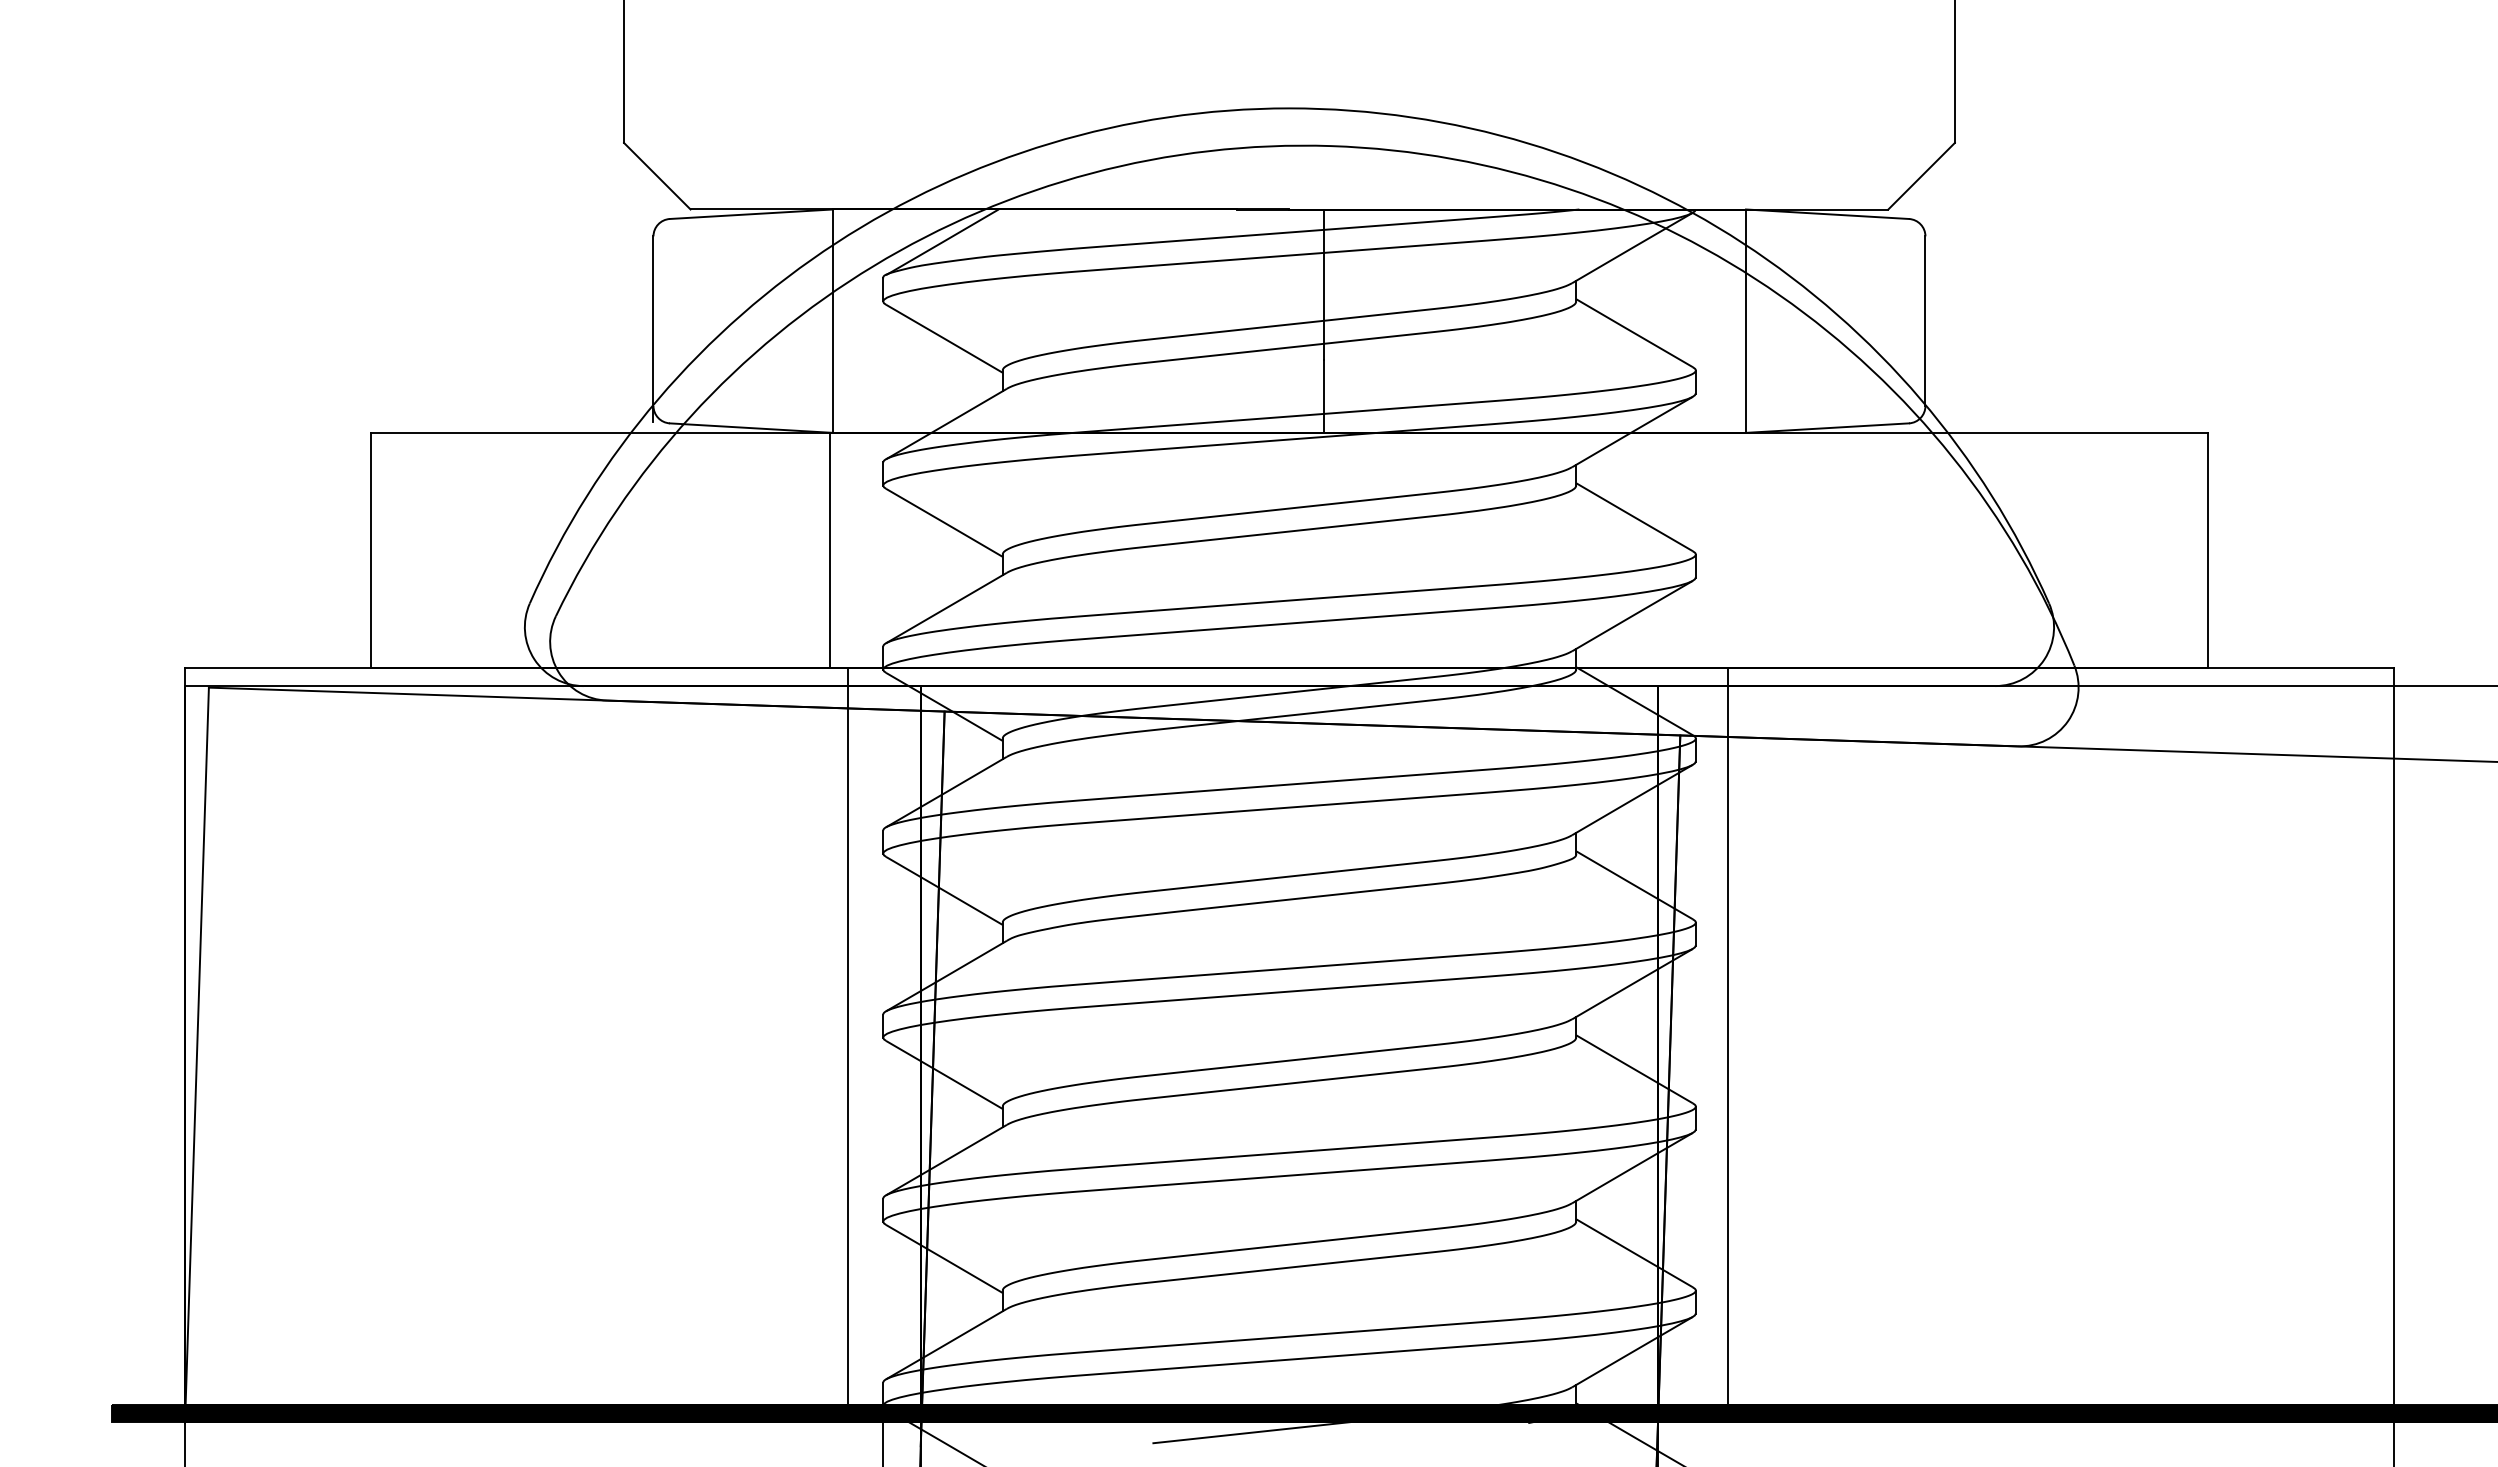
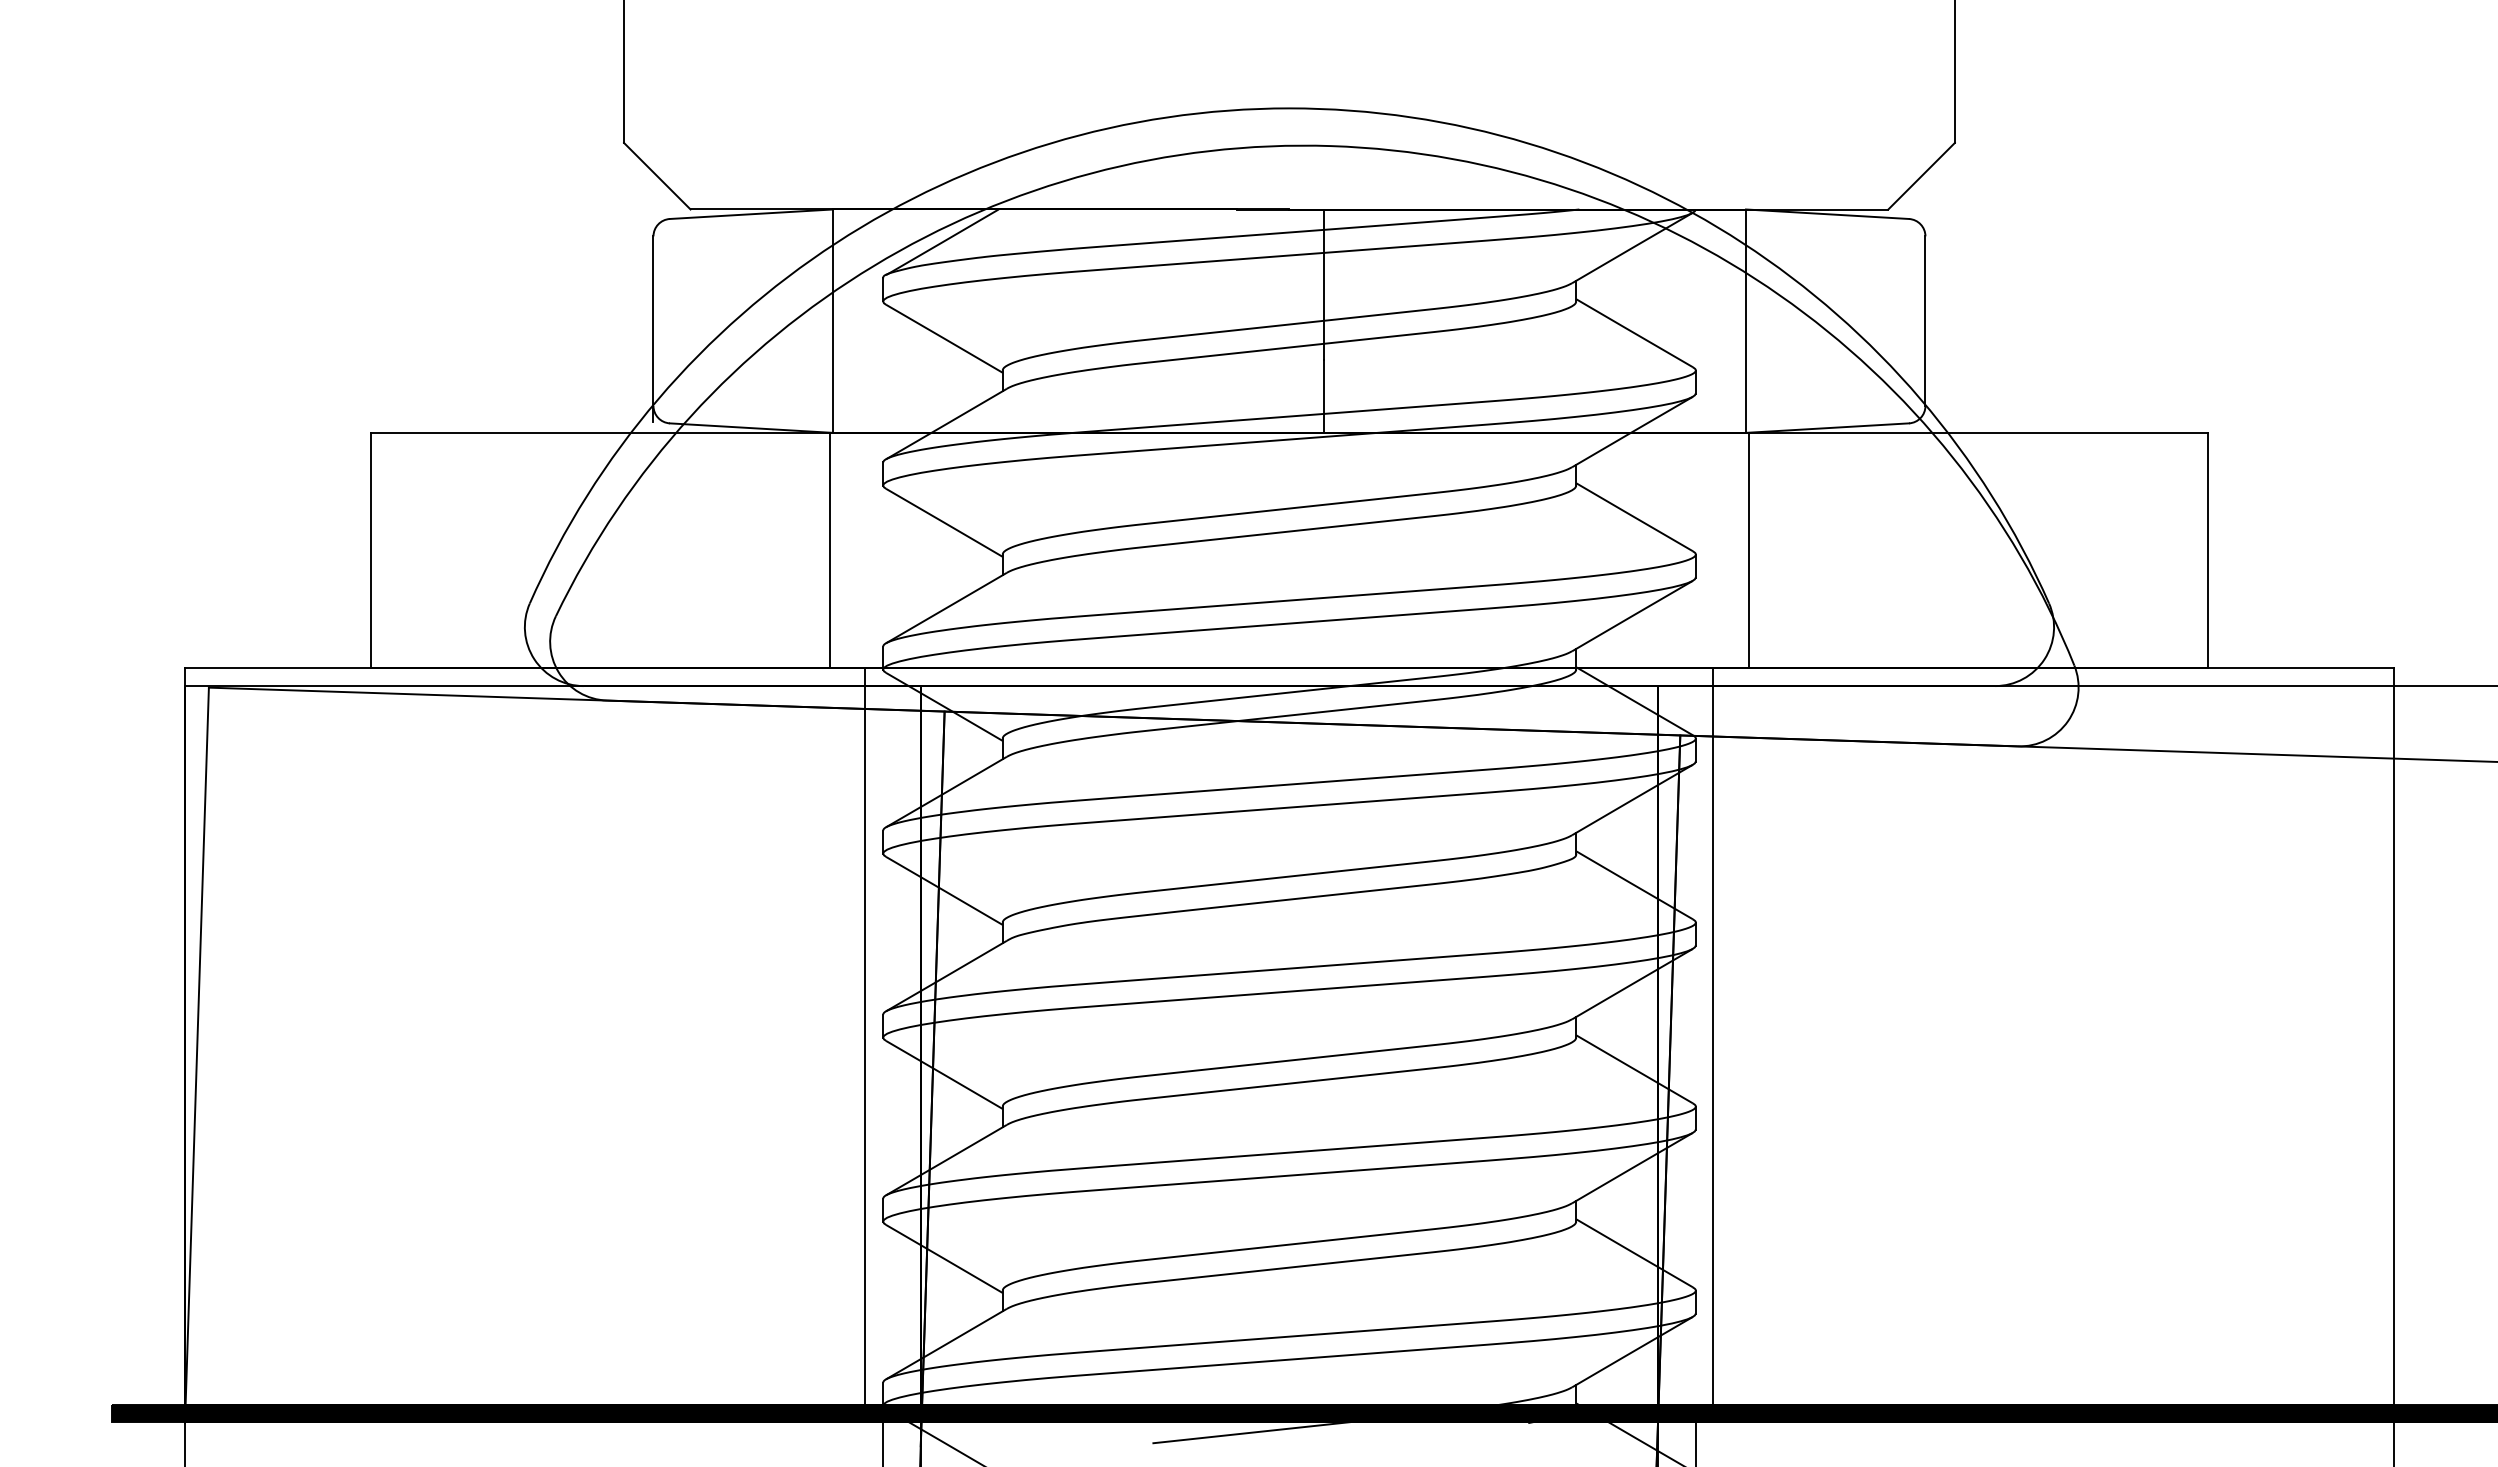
line at (1748, 550): none -> present
line at (848, 1036) position: (848, 1036) -> (865, 1036)
line at (1728, 1036) position: (1728, 1036) -> (1713, 1036)
line at (1695, 1442): none -> present
